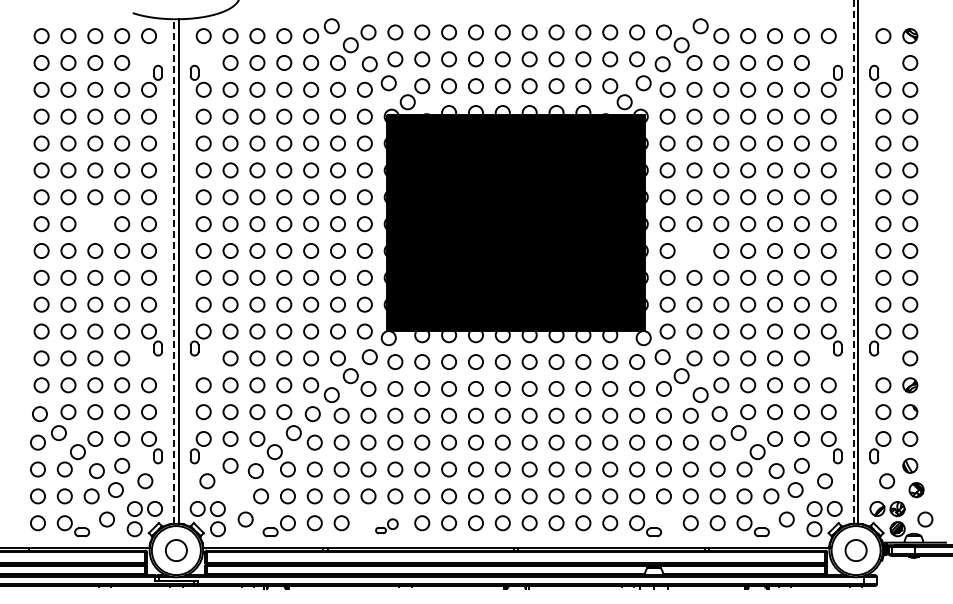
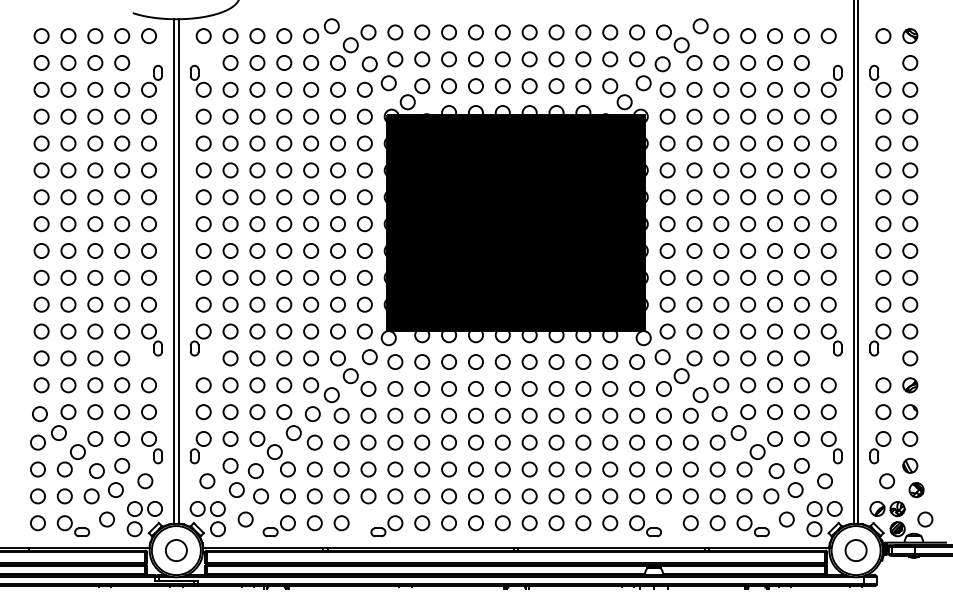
circle at (95, 224): none -> present
circle at (694, 250): none -> present
line at (853, 262): dashed -> solid
line at (174, 271): dashed -> solid
circle at (236, 489): none -> present
part at (386, 526) size: 24x17 px -> 34x23 px
